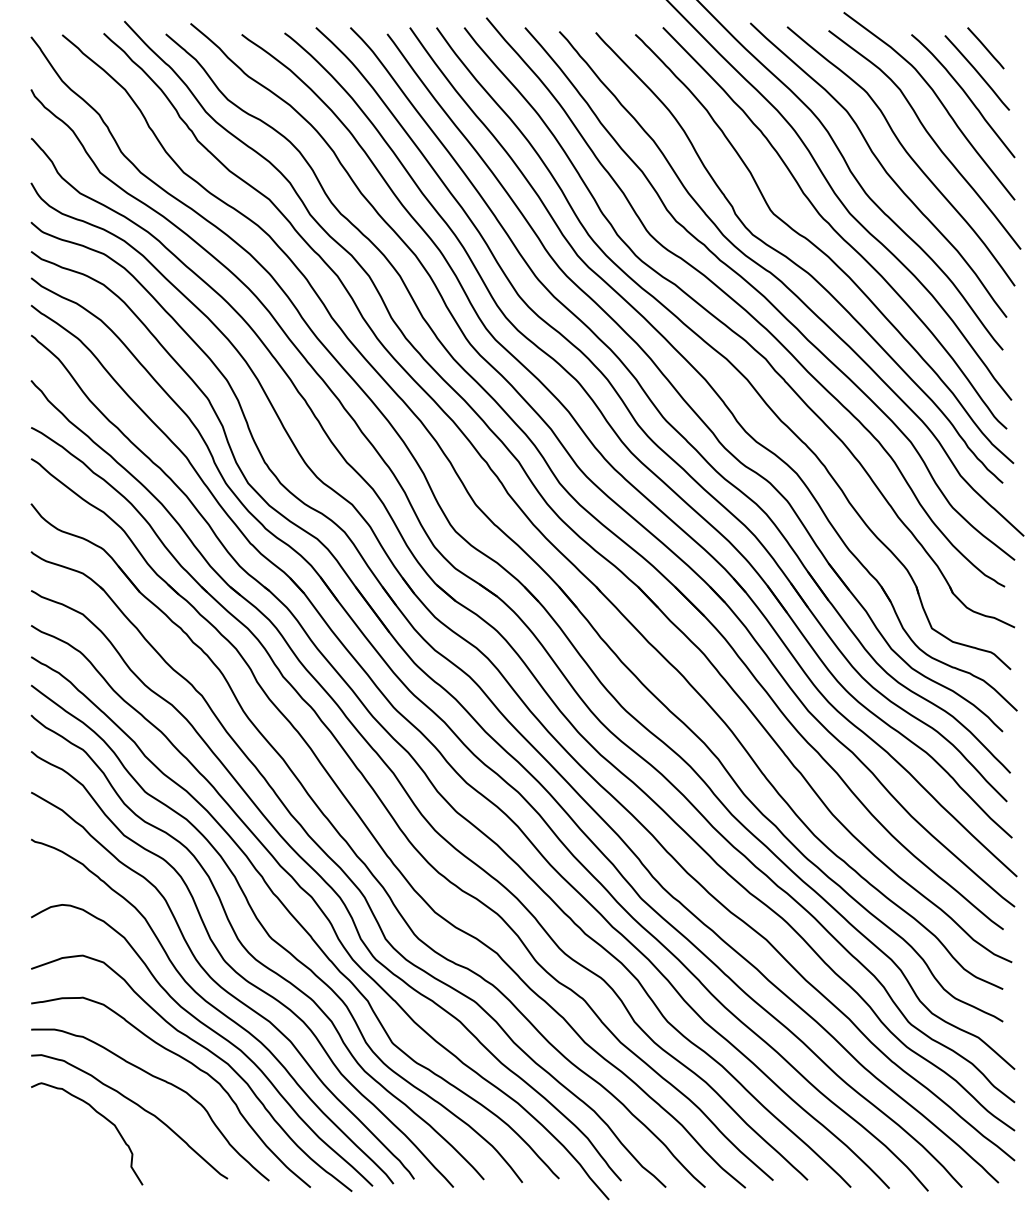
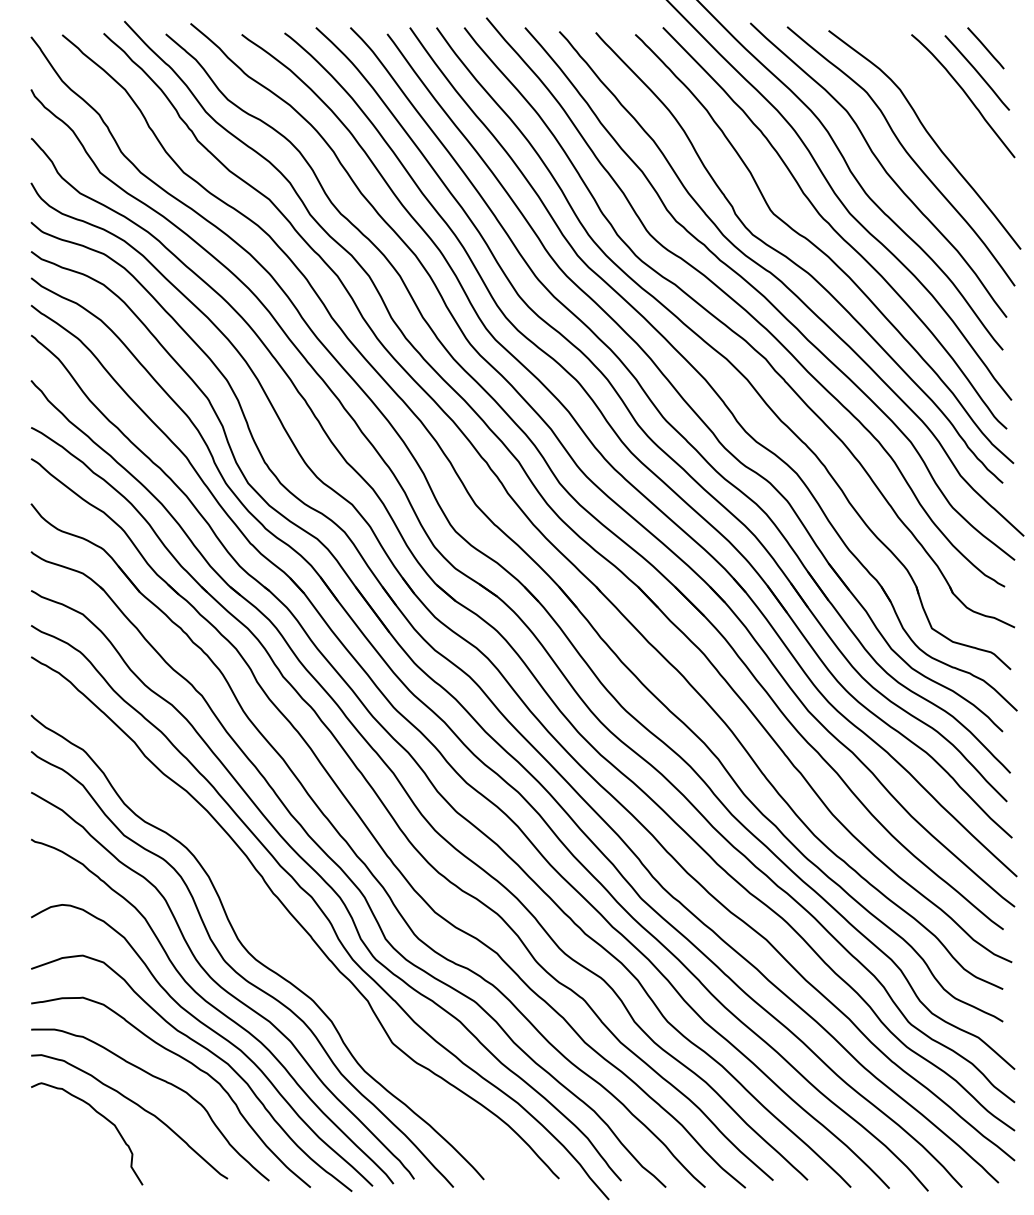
curve at (938, 100): present -> none
curve at (273, 938): present -> none
